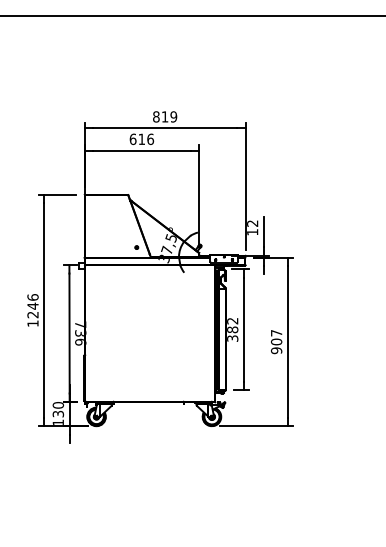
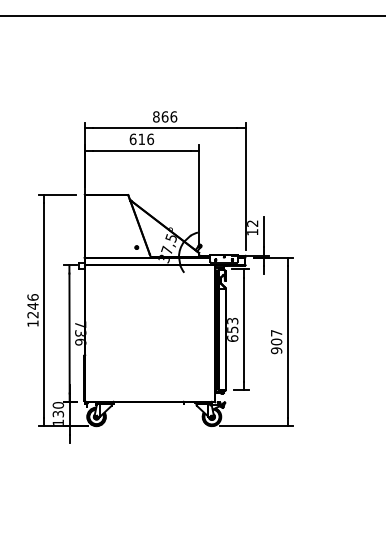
text at (169, 116): 819 -> 866
text at (232, 329): 382 -> 653
